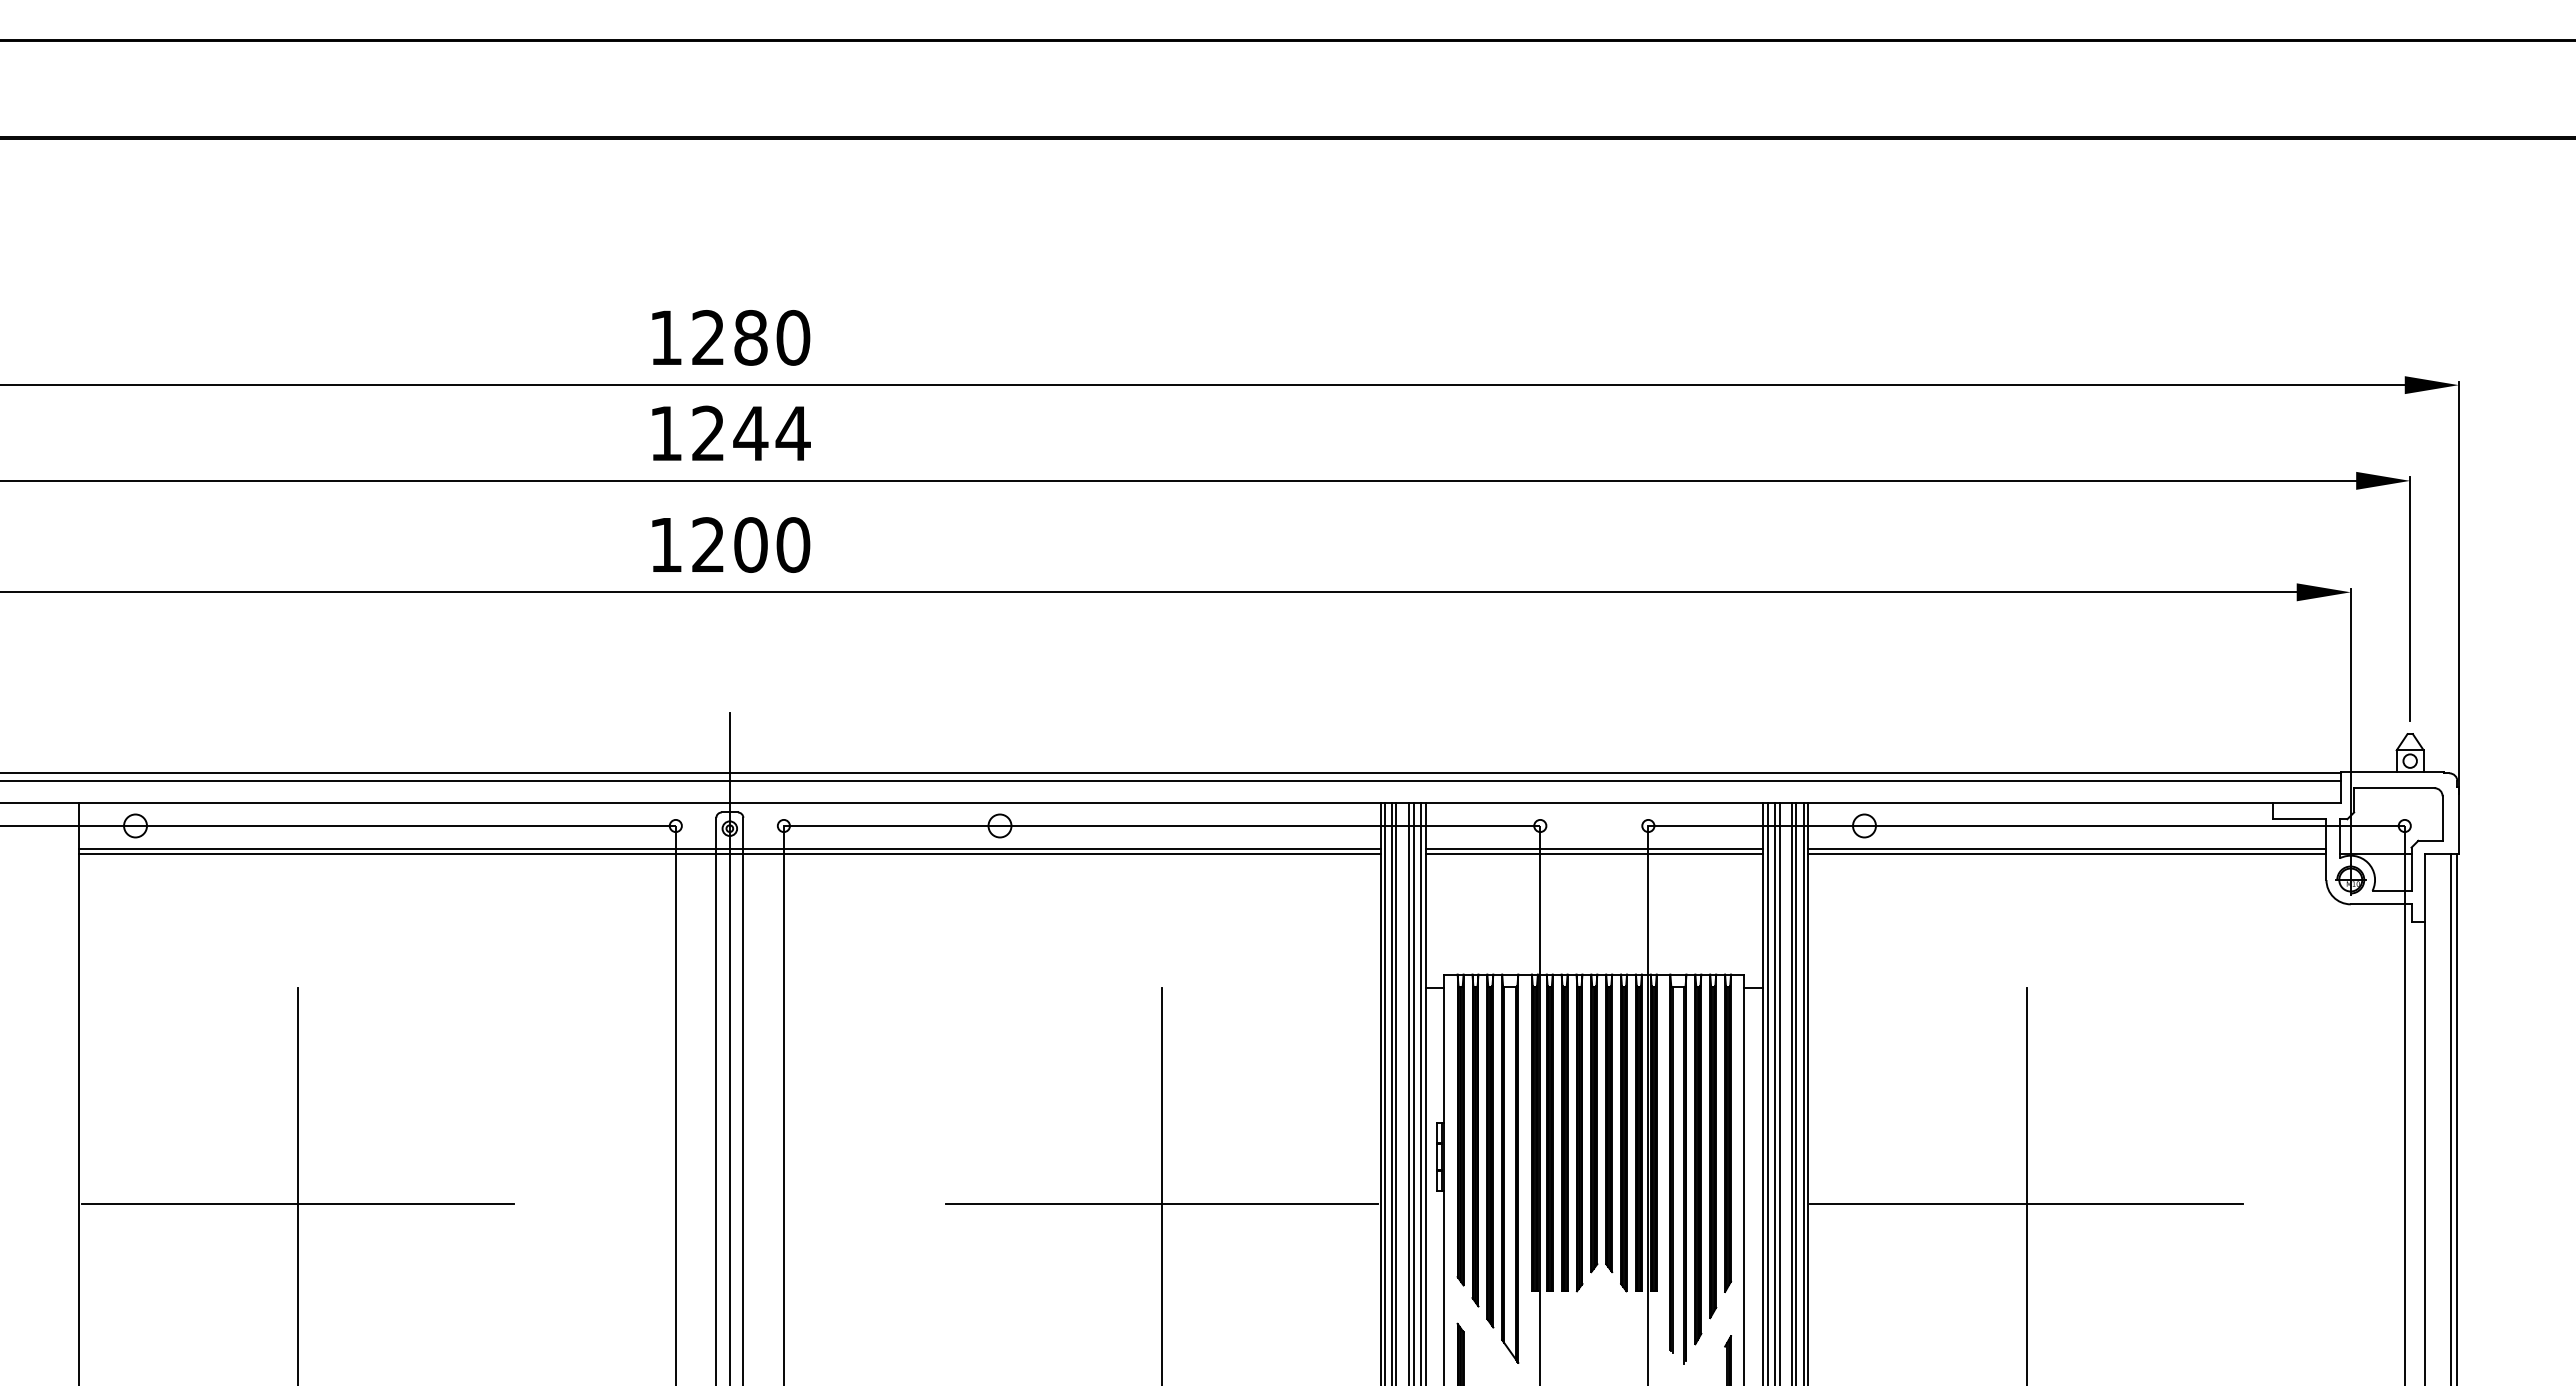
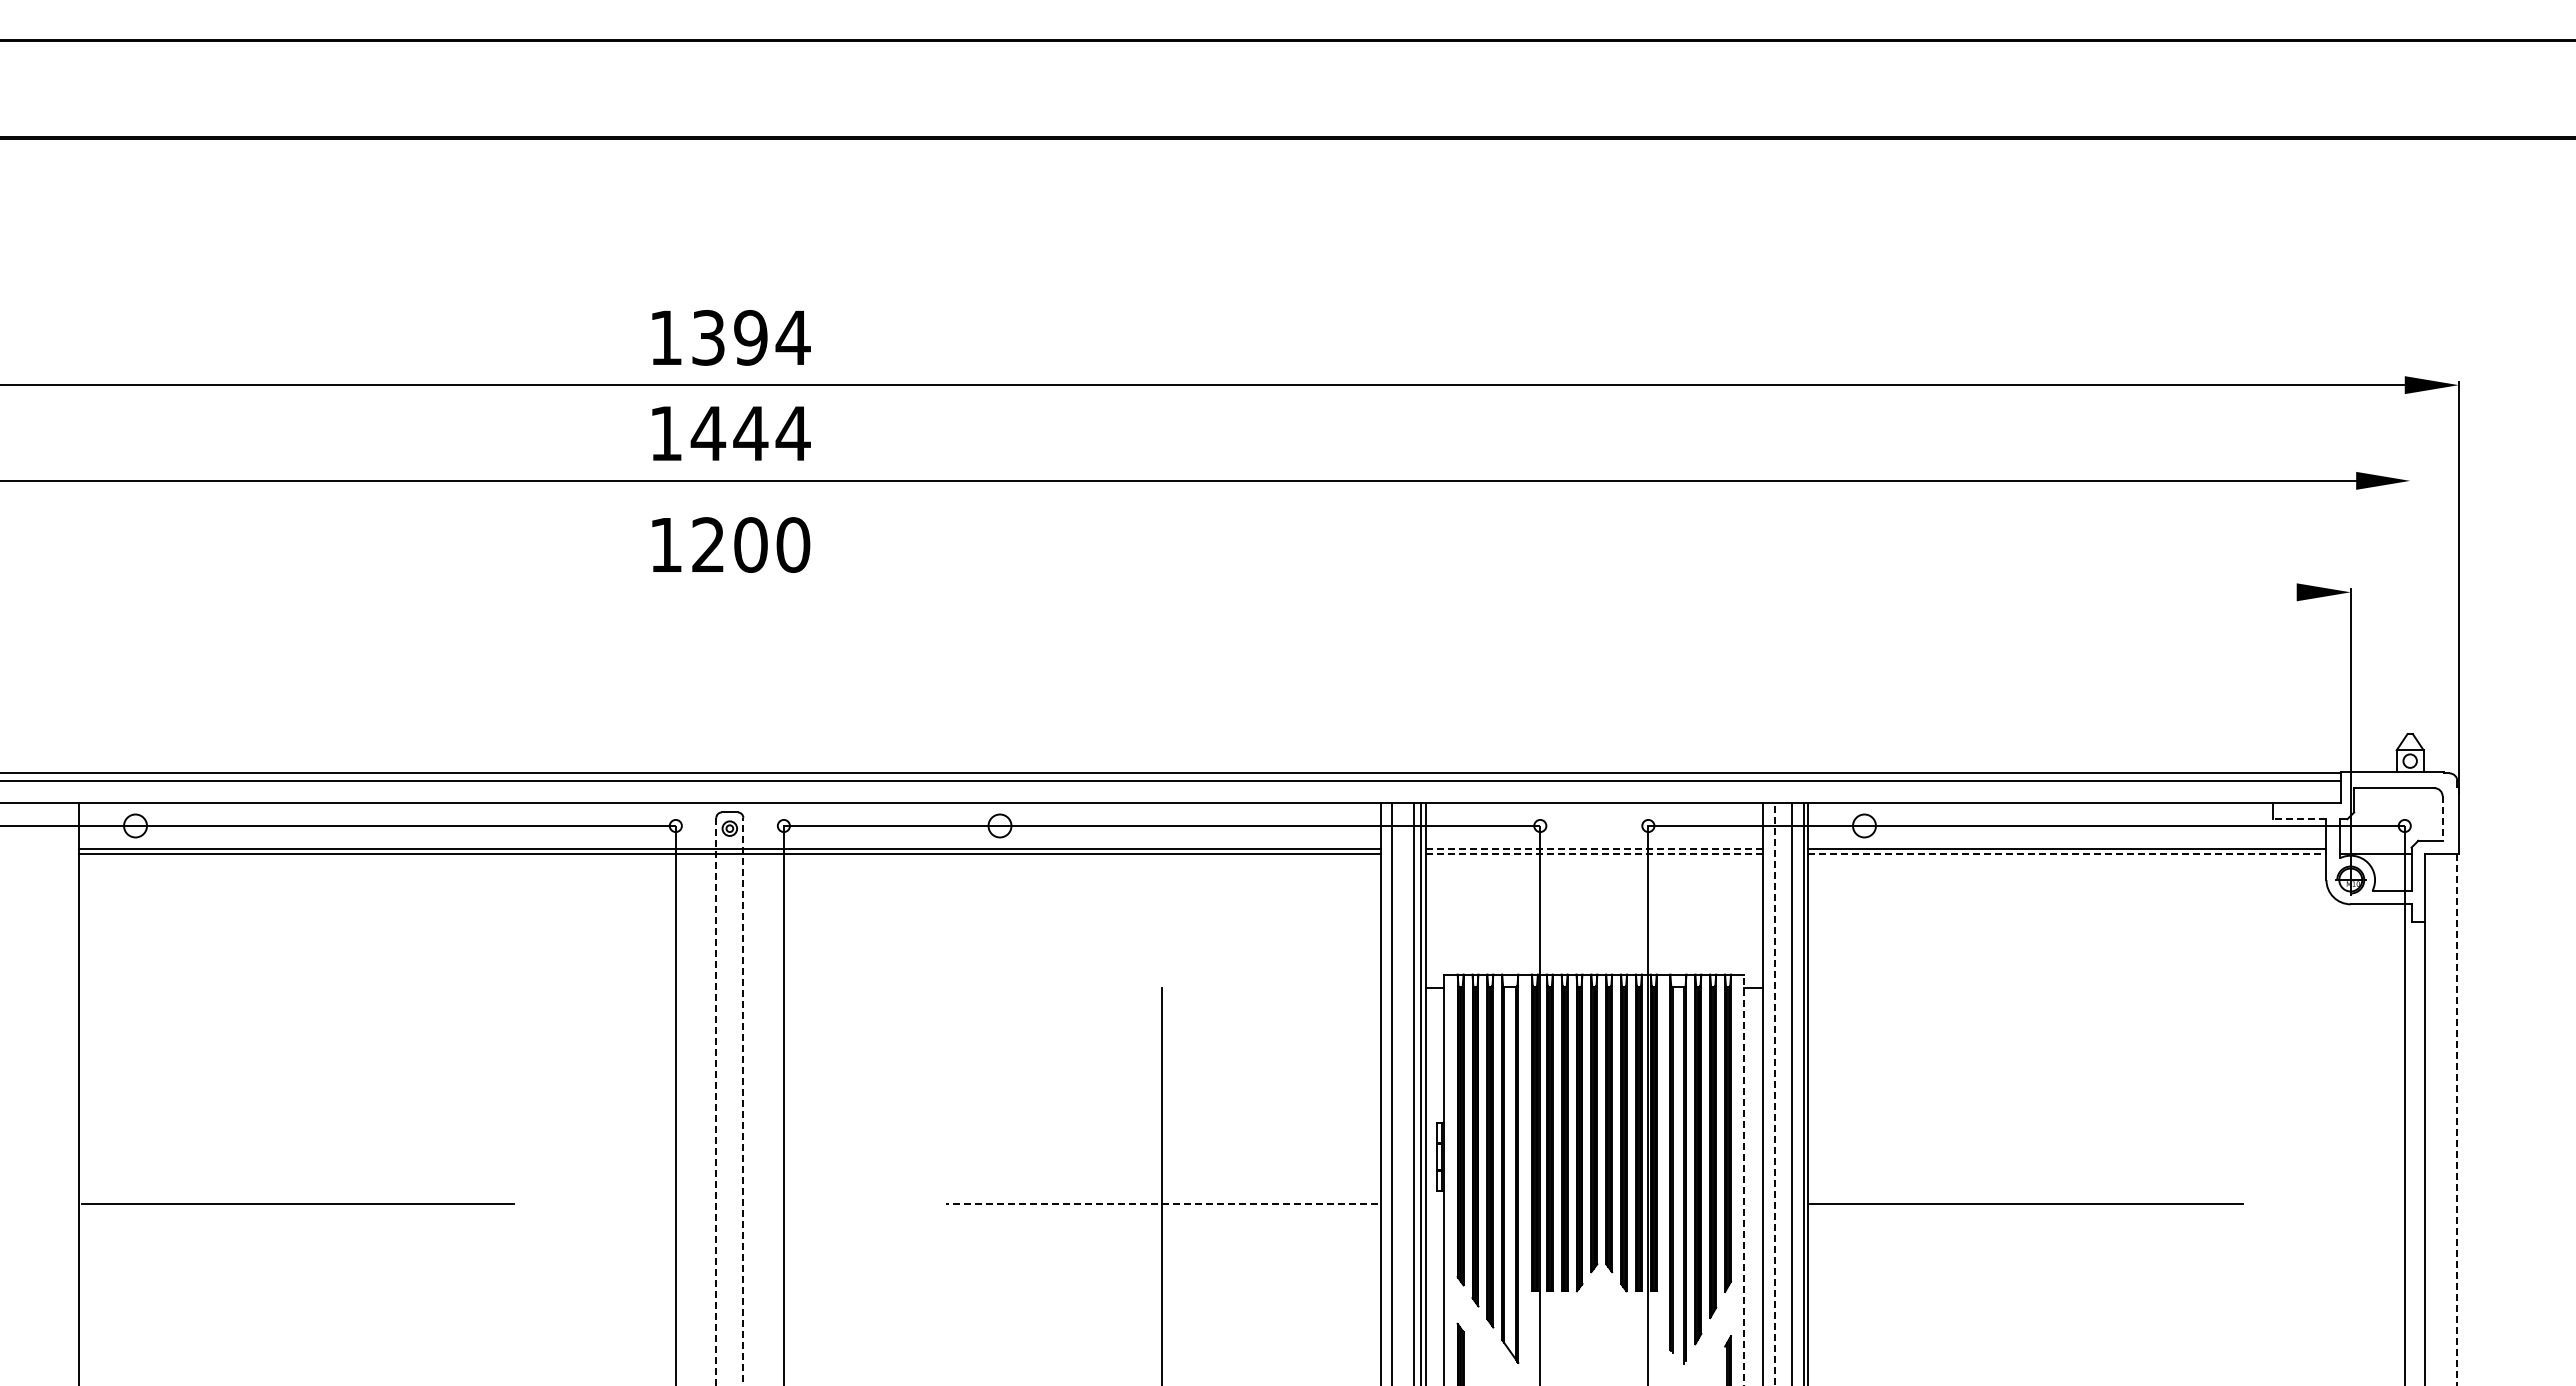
text at (751, 337): 1280 -> 1394
text at (708, 432): 1244 -> 1444
line at (1149, 592): present -> none
line at (2410, 598): present -> none
line at (2299, 819): solid -> dashed
line at (2442, 819): solid -> dashed
line at (1593, 848): solid -> dashed
line at (1593, 854): solid -> dashed
line at (2067, 854): solid -> dashed
line at (729, 1047): present -> none
line at (1384, 1092): present -> none
line at (1396, 1092): present -> none
line at (1408, 1092): present -> none
line at (1768, 1092): present -> none
line at (1779, 1092): present -> none
line at (1796, 1092): present -> none
line at (1774, 1093): solid -> dashed
line at (716, 1101): solid -> dashed
line at (743, 1101): solid -> dashed
line at (2450, 1118): present -> none
line at (2457, 1120): solid -> dashed
line at (1744, 1179): solid -> dashed
line at (297, 1185): present -> none
line at (2026, 1185): present -> none
line at (1161, 1204): solid -> dashed
